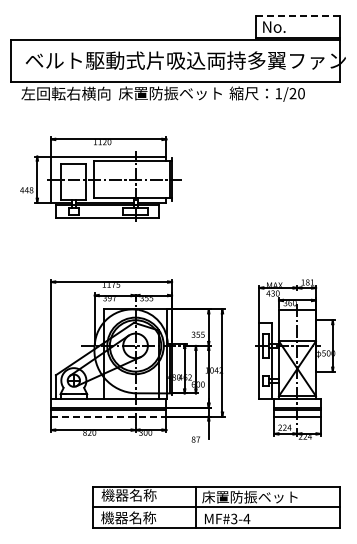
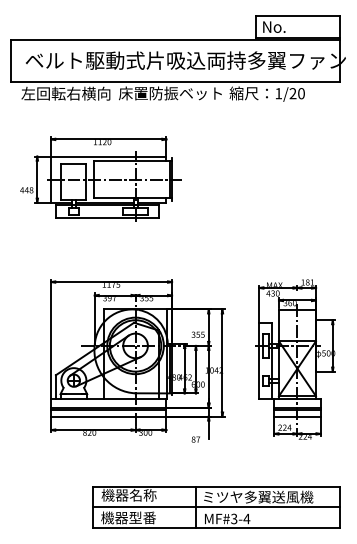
line at (298, 16): dashed -> solid
line at (108, 416): dashed -> solid
text at (257, 496): 床置防振ベット -> ミツヤ多翼送風機
text at (142, 517): 機器名称 -> 機器型番
